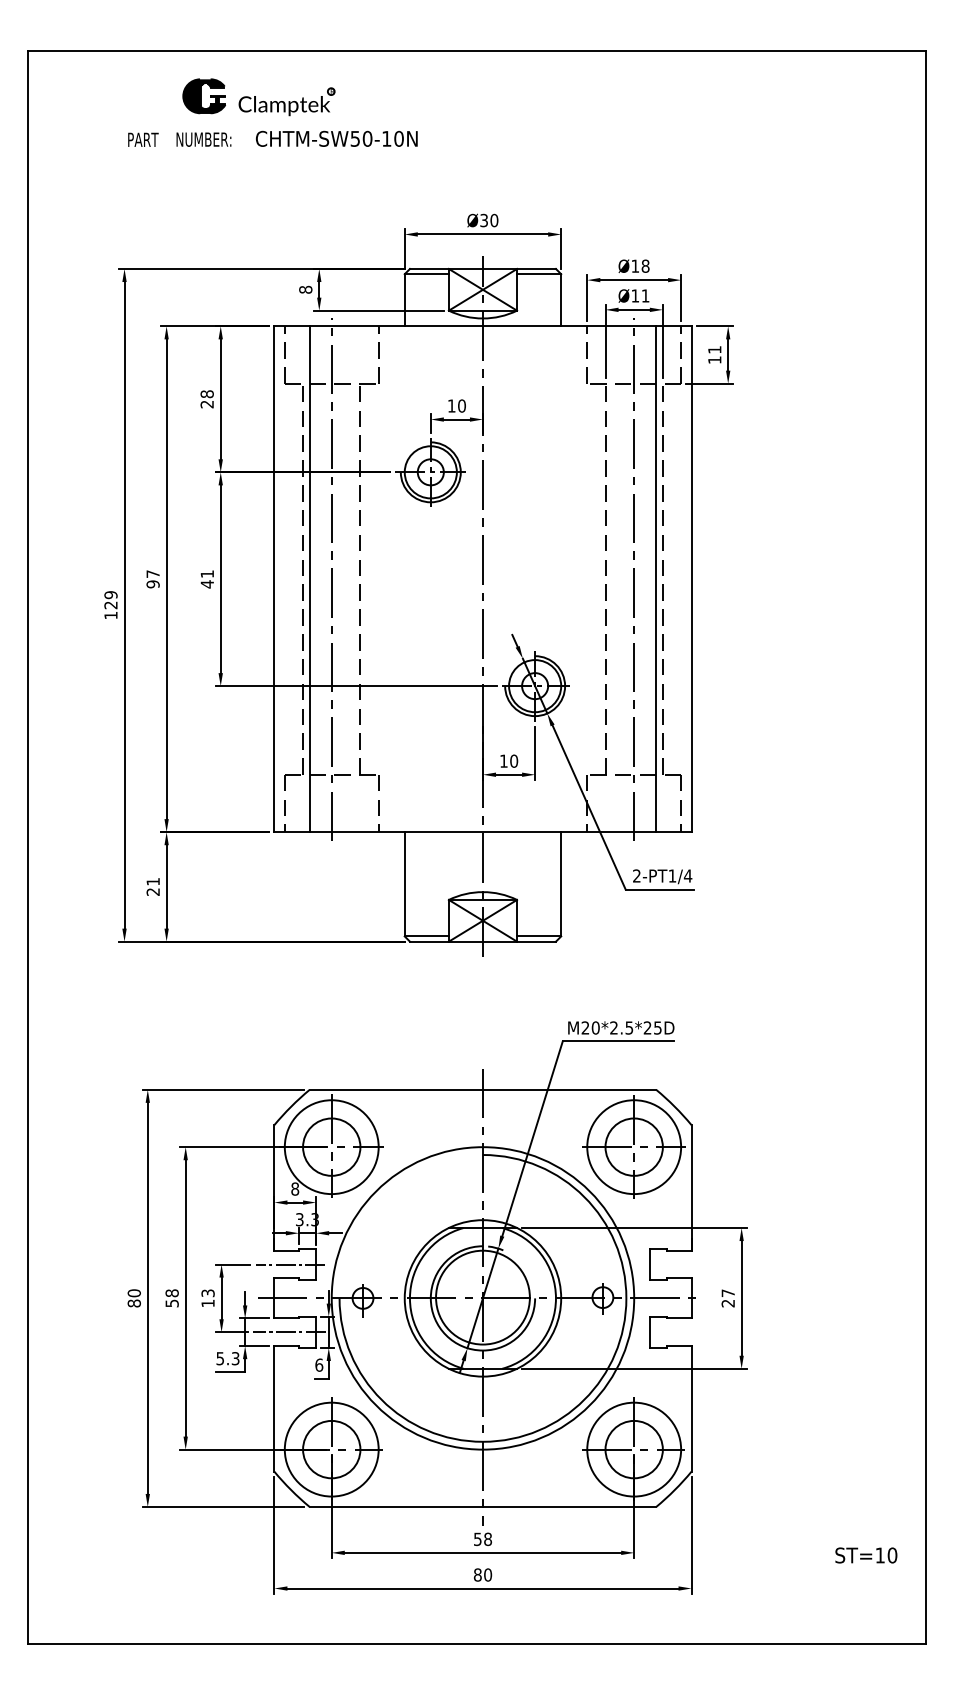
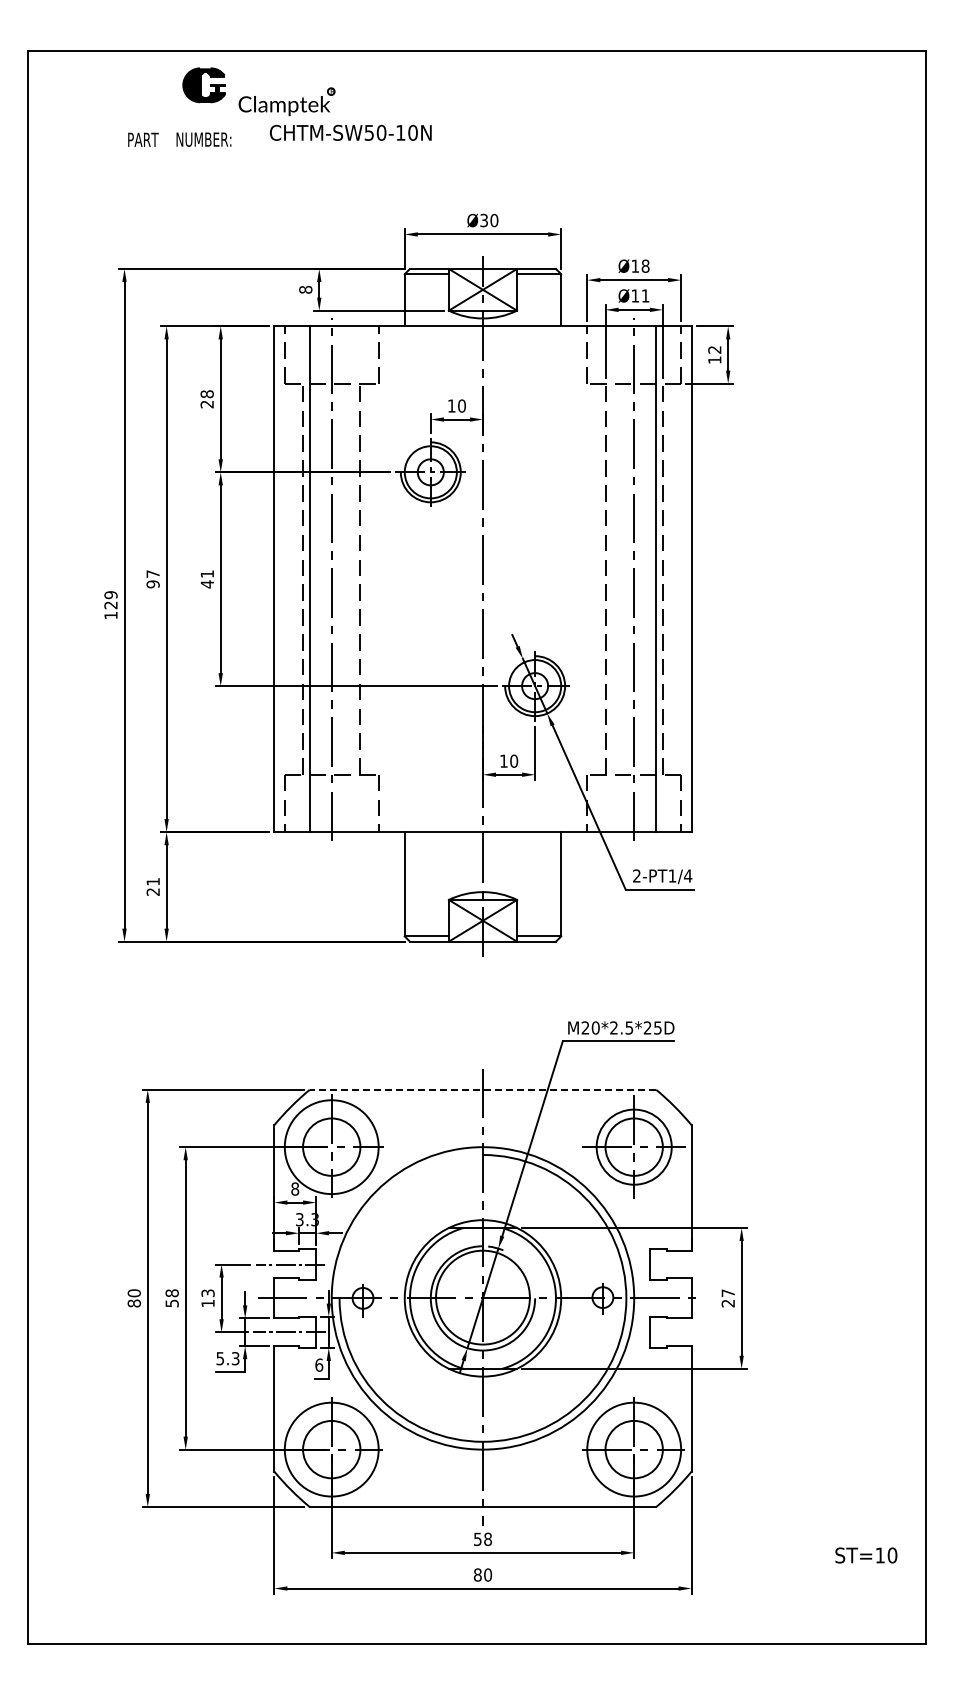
part at (203, 96) position: (203, 96) -> (203, 85)
text at (336, 138) position: (336, 138) -> (350, 132)
text at (714, 349): 11 -> 12
line at (482, 1089): solid -> dashed
circle at (634, 1147) diameter: 94 px -> 75 px
